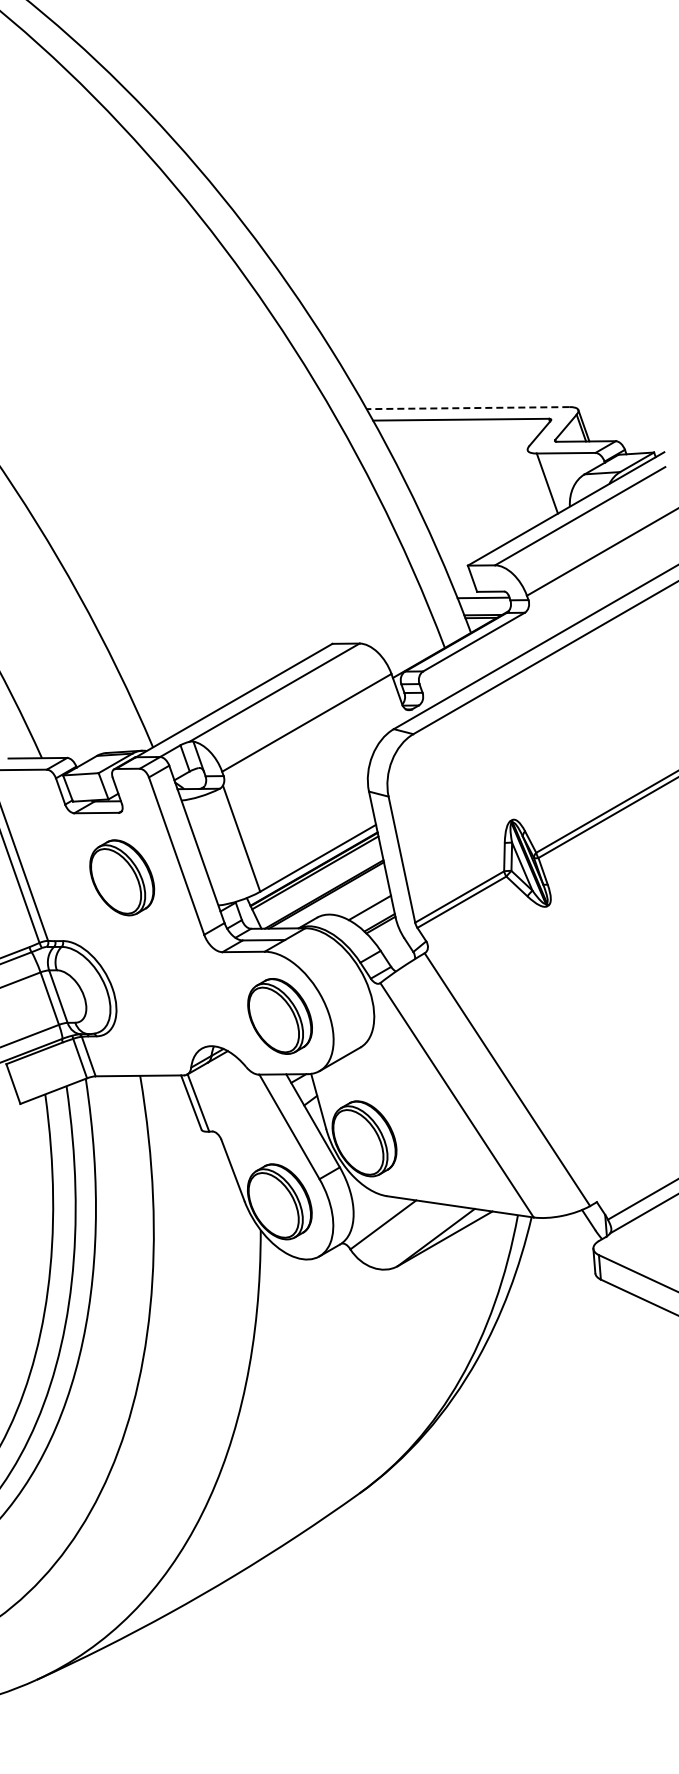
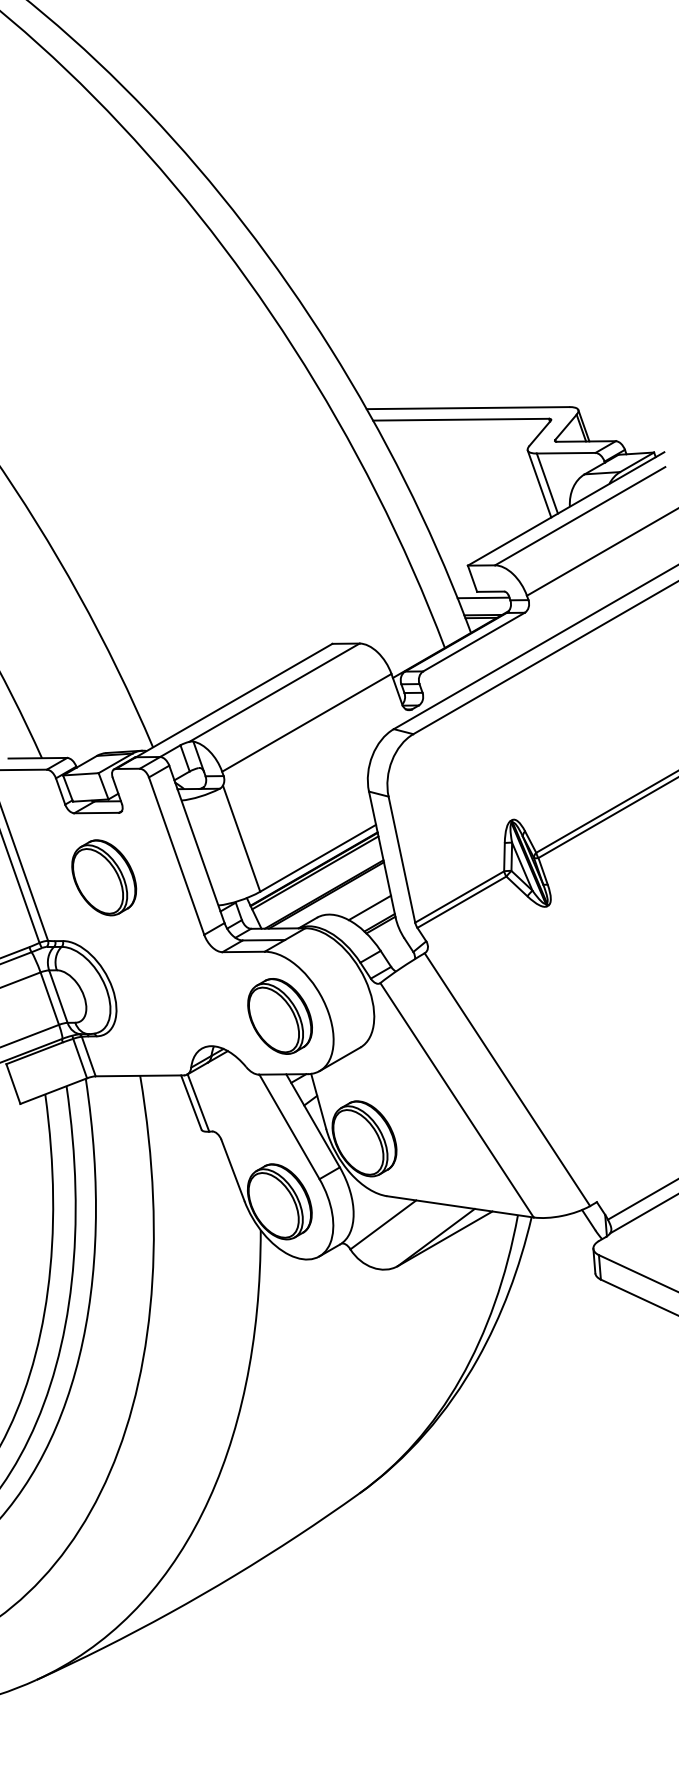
line at (467, 408): dashed -> solid
line at (539, 483): none -> present
part at (122, 877) position: (122, 877) -> (104, 877)
